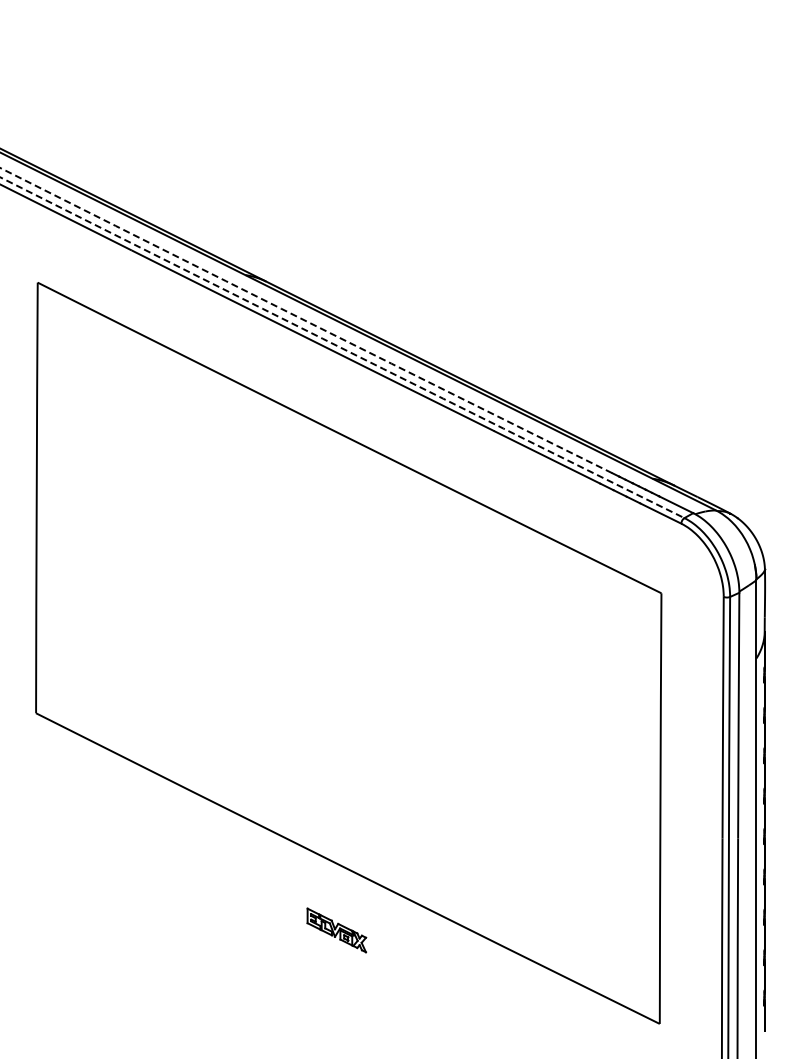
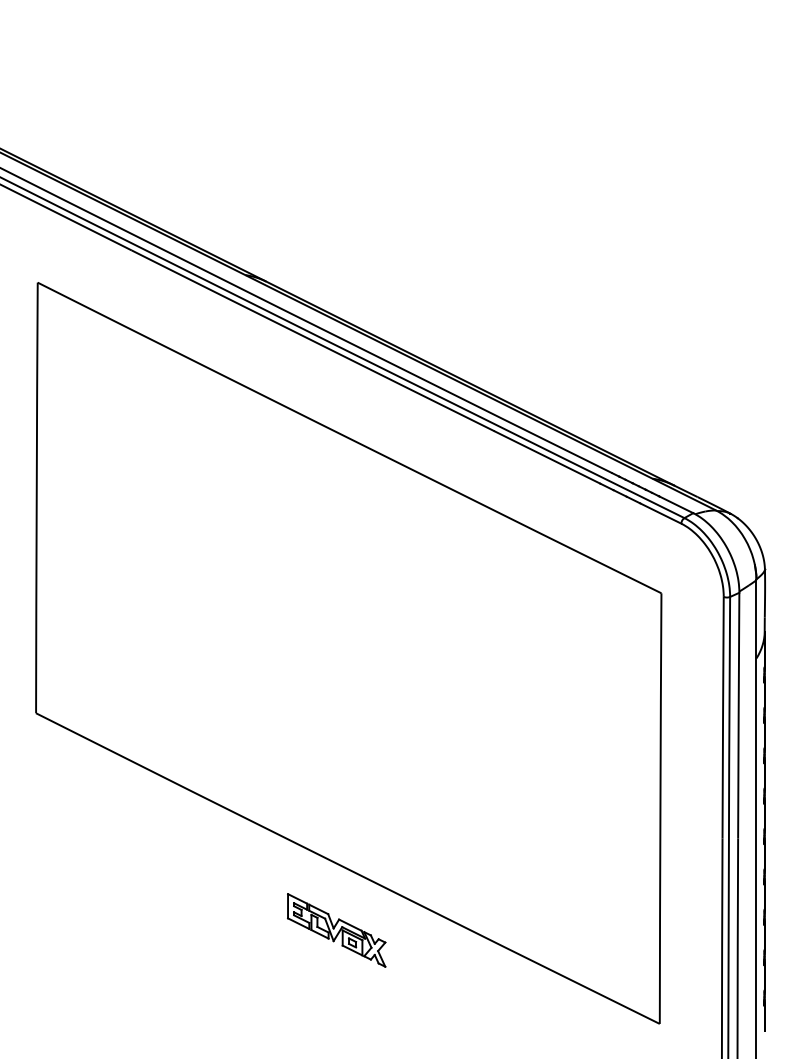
arc at (306, 321): dashed -> solid
arc at (342, 348): dashed -> solid
part at (336, 930) size: 62x47 px -> 100x75 px
